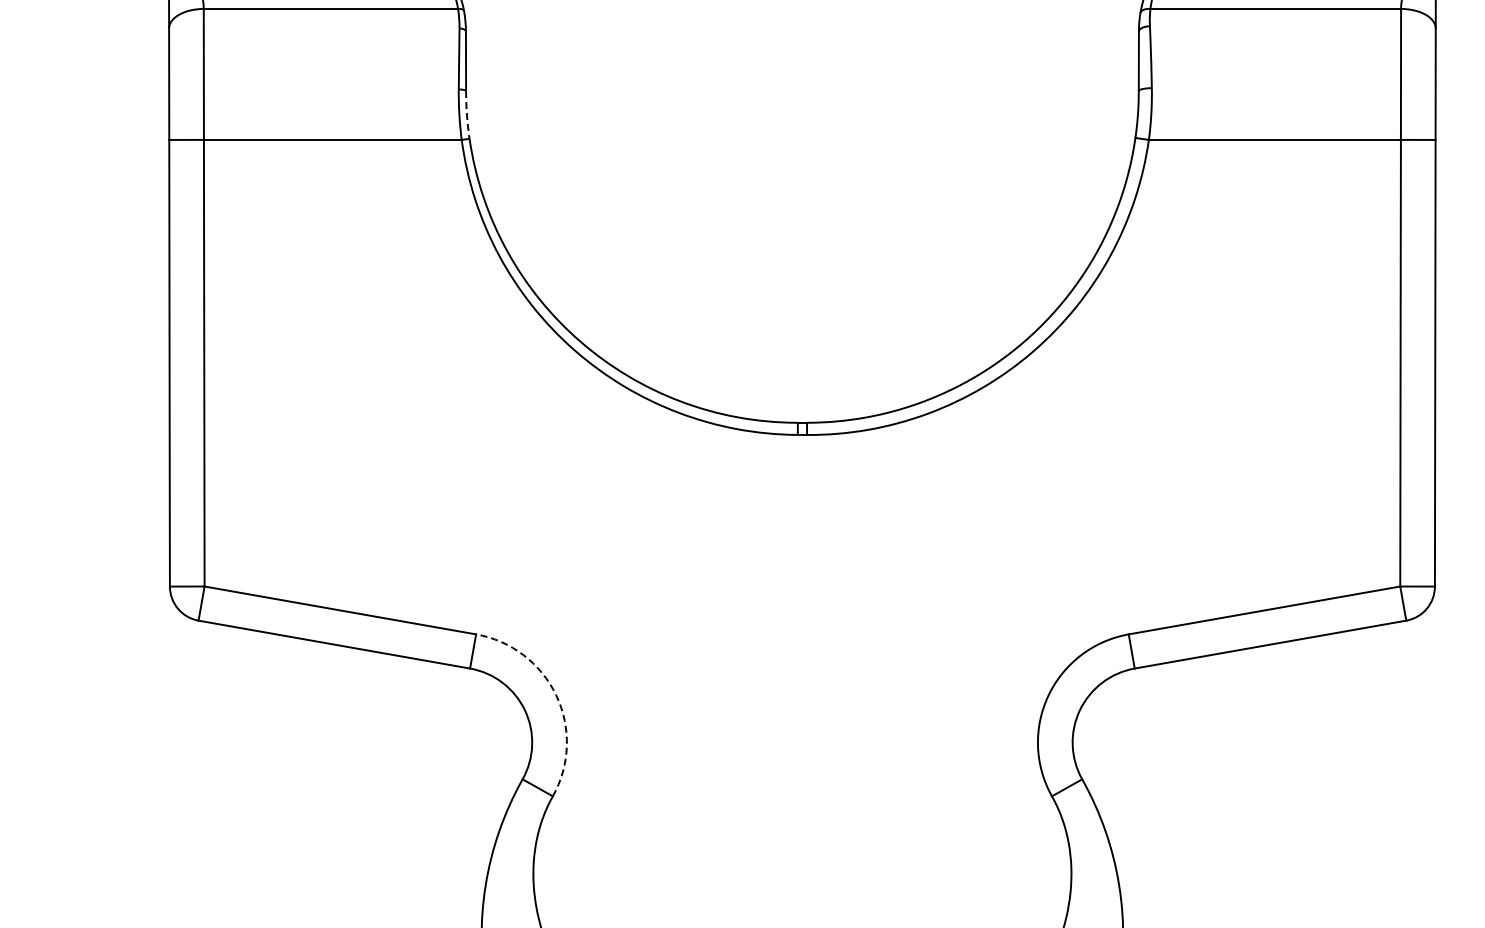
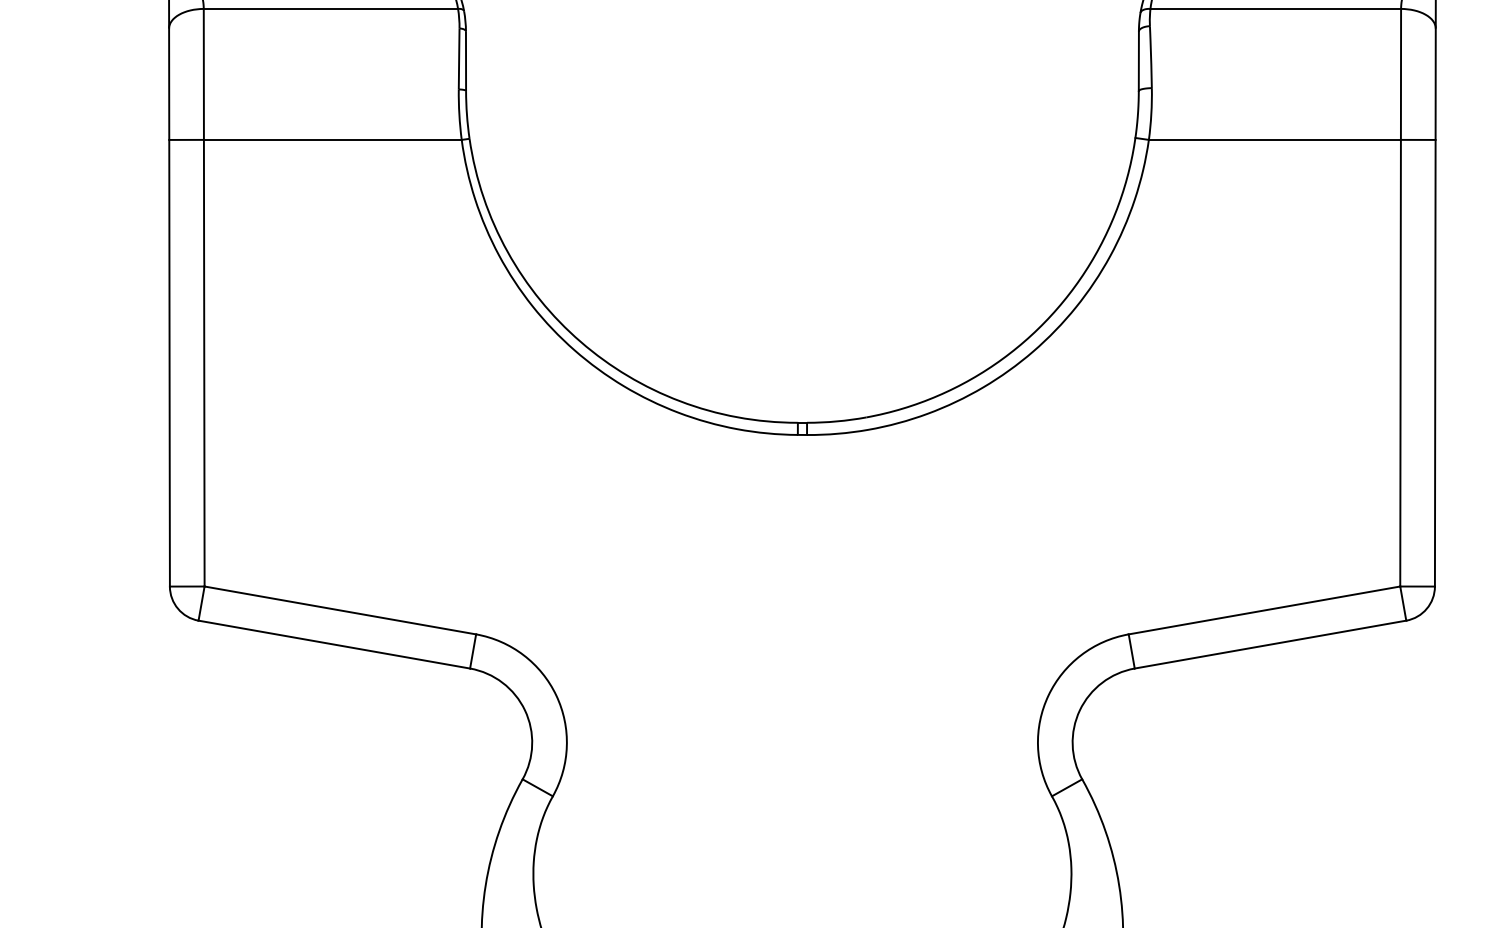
arc at (466, 114): dashed -> solid
arc at (556, 695): dashed -> solid
